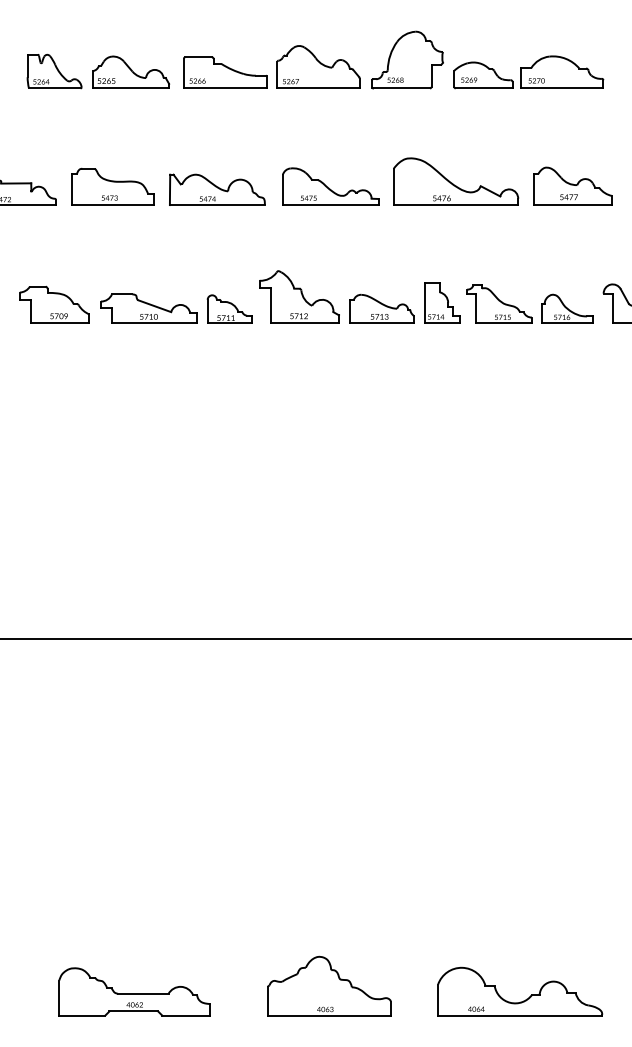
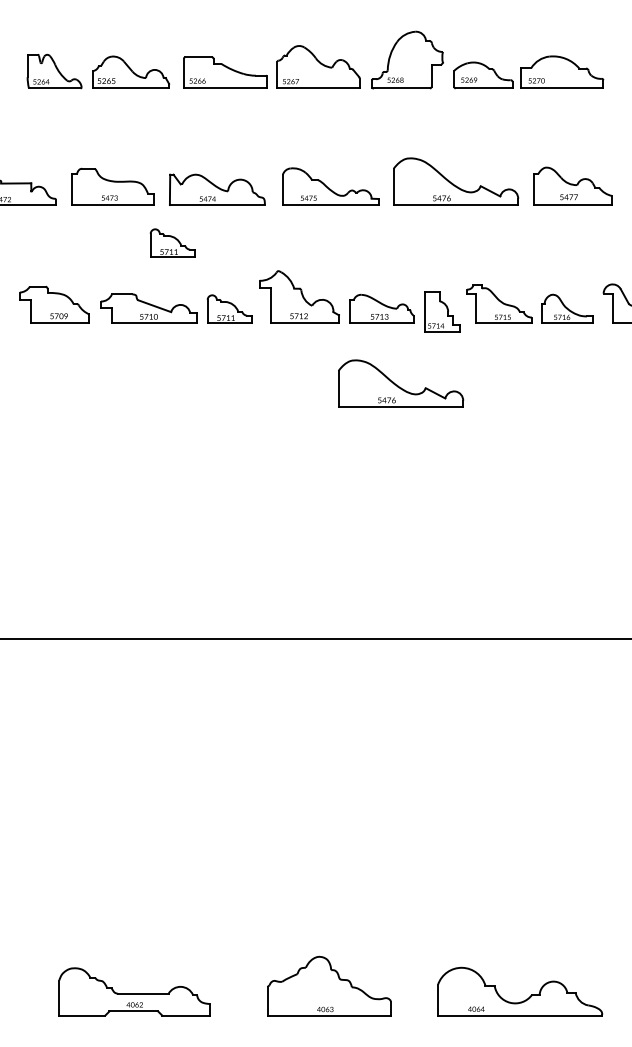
part at (172, 242): none -> present
part at (442, 302) position: (442, 302) -> (442, 311)
part at (401, 383): none -> present
